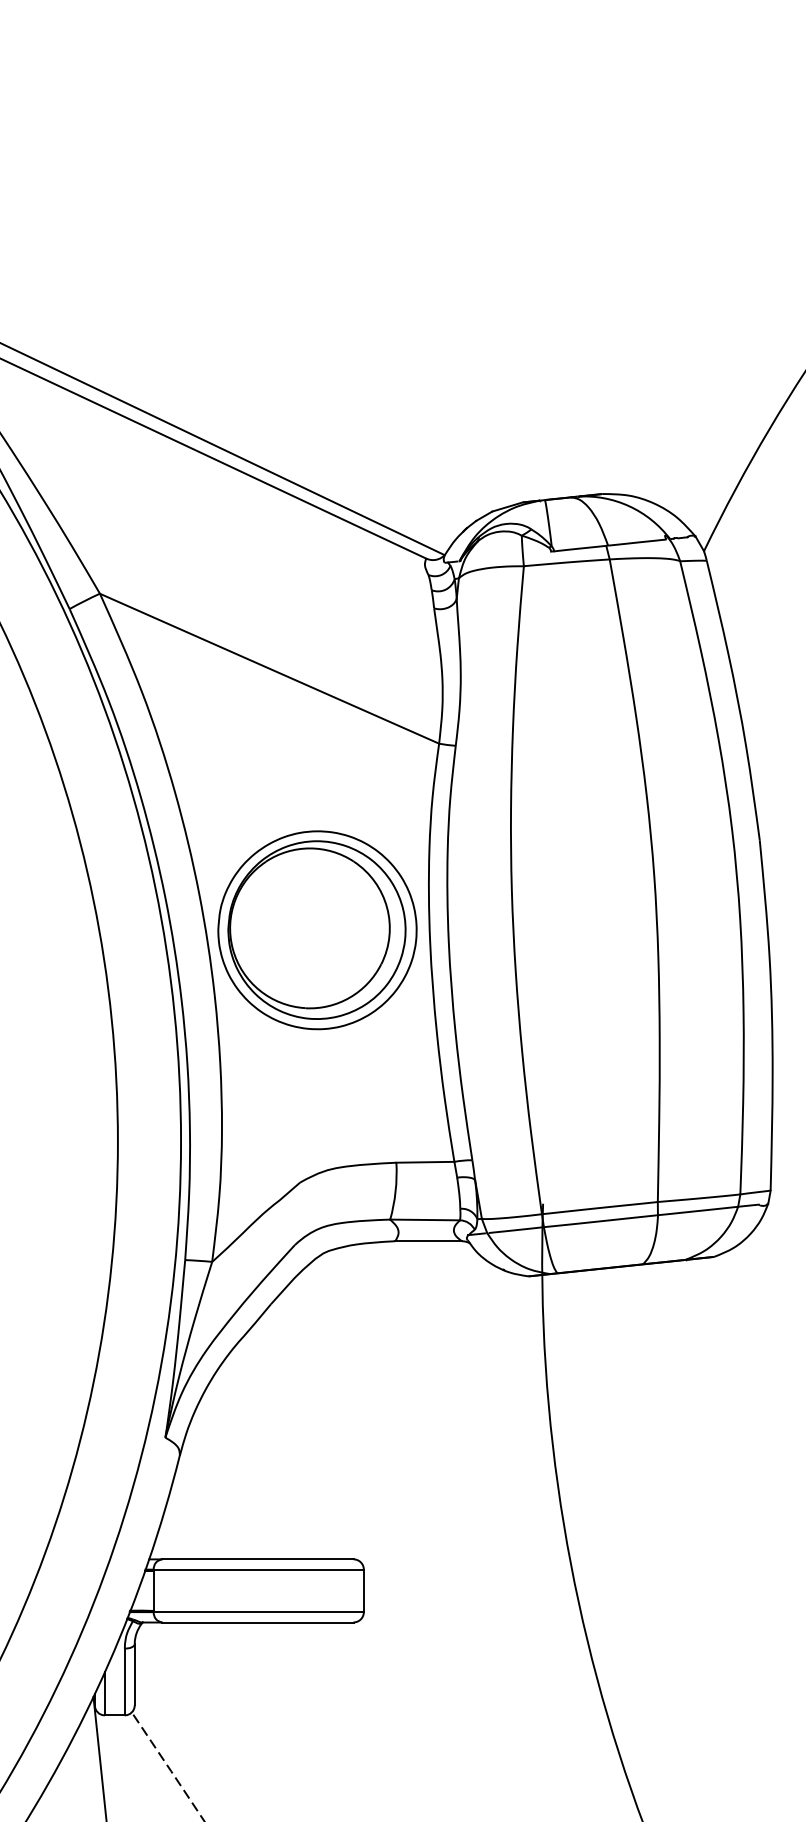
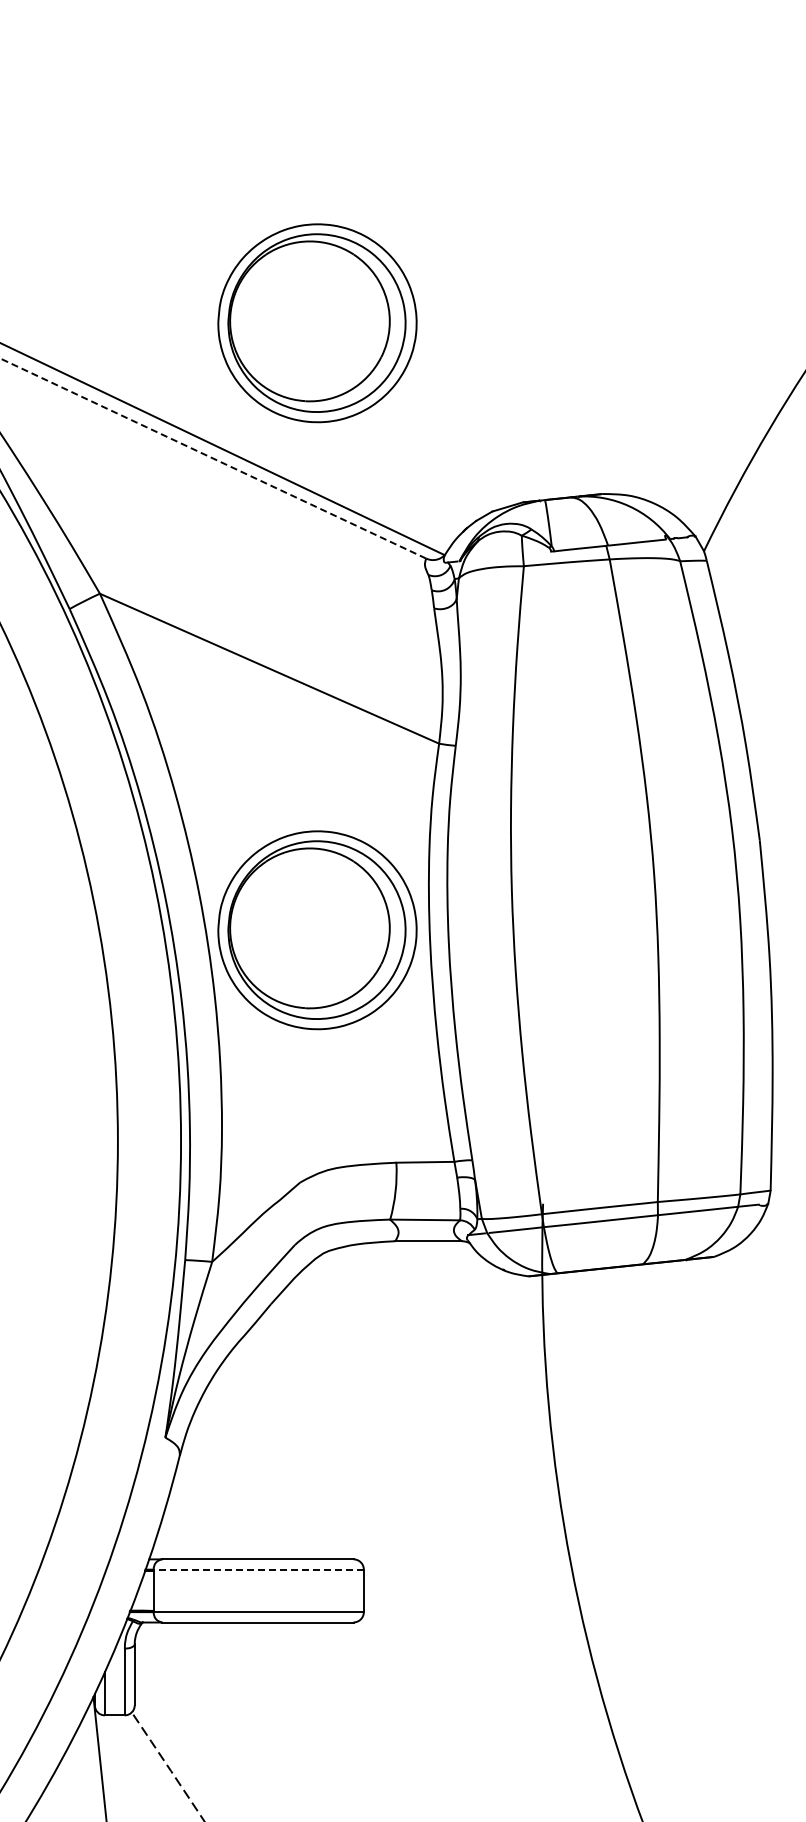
part at (317, 323): none -> present
line at (212, 458): solid -> dashed
line at (258, 1569): solid -> dashed
